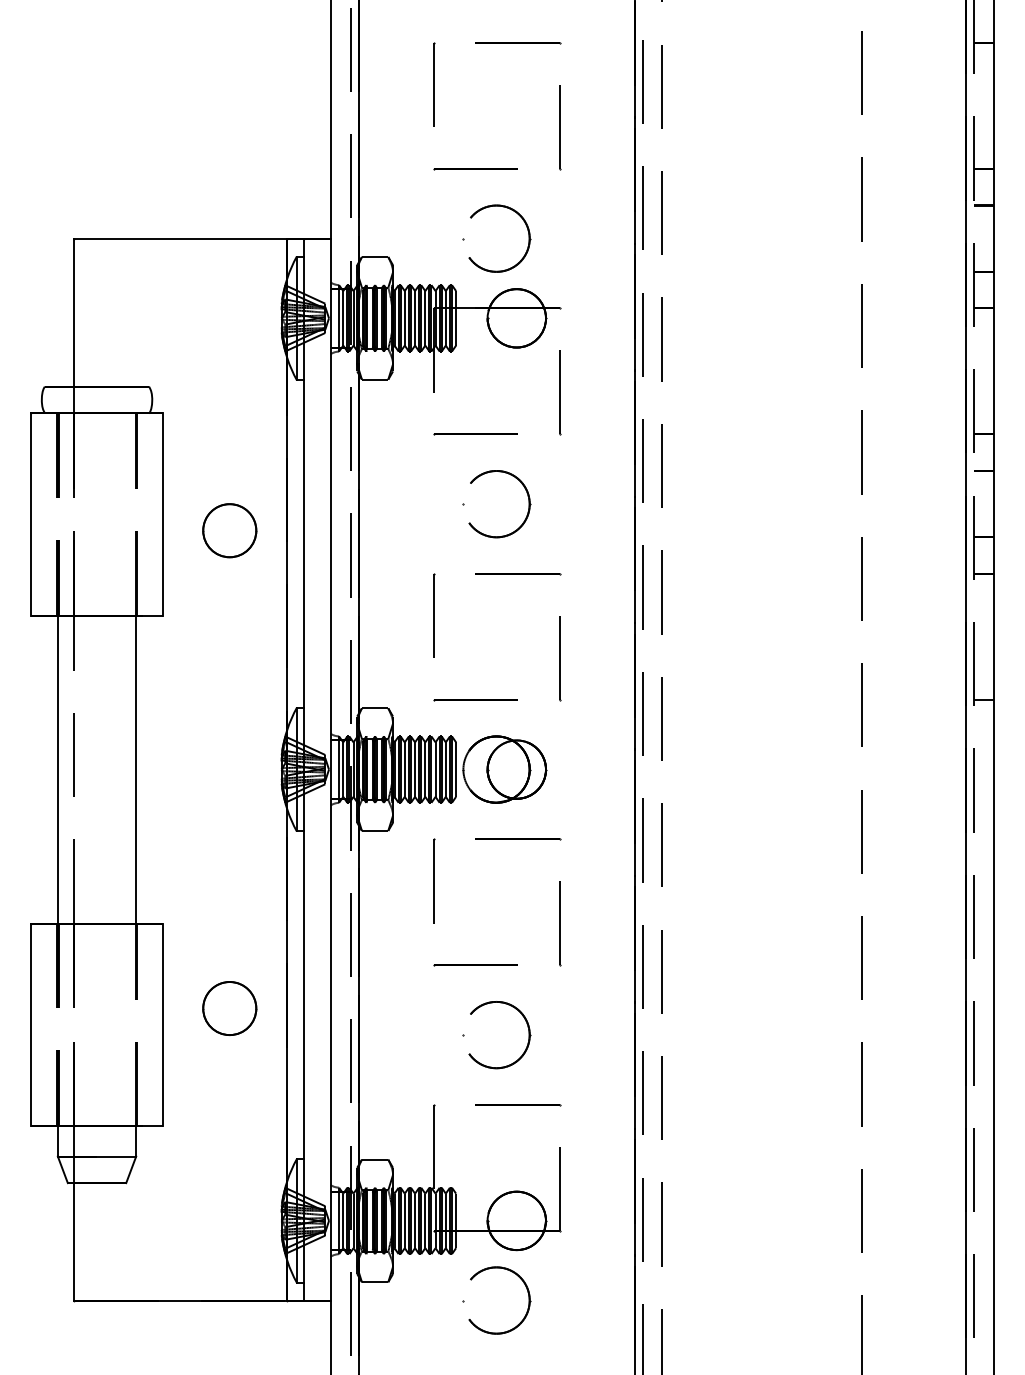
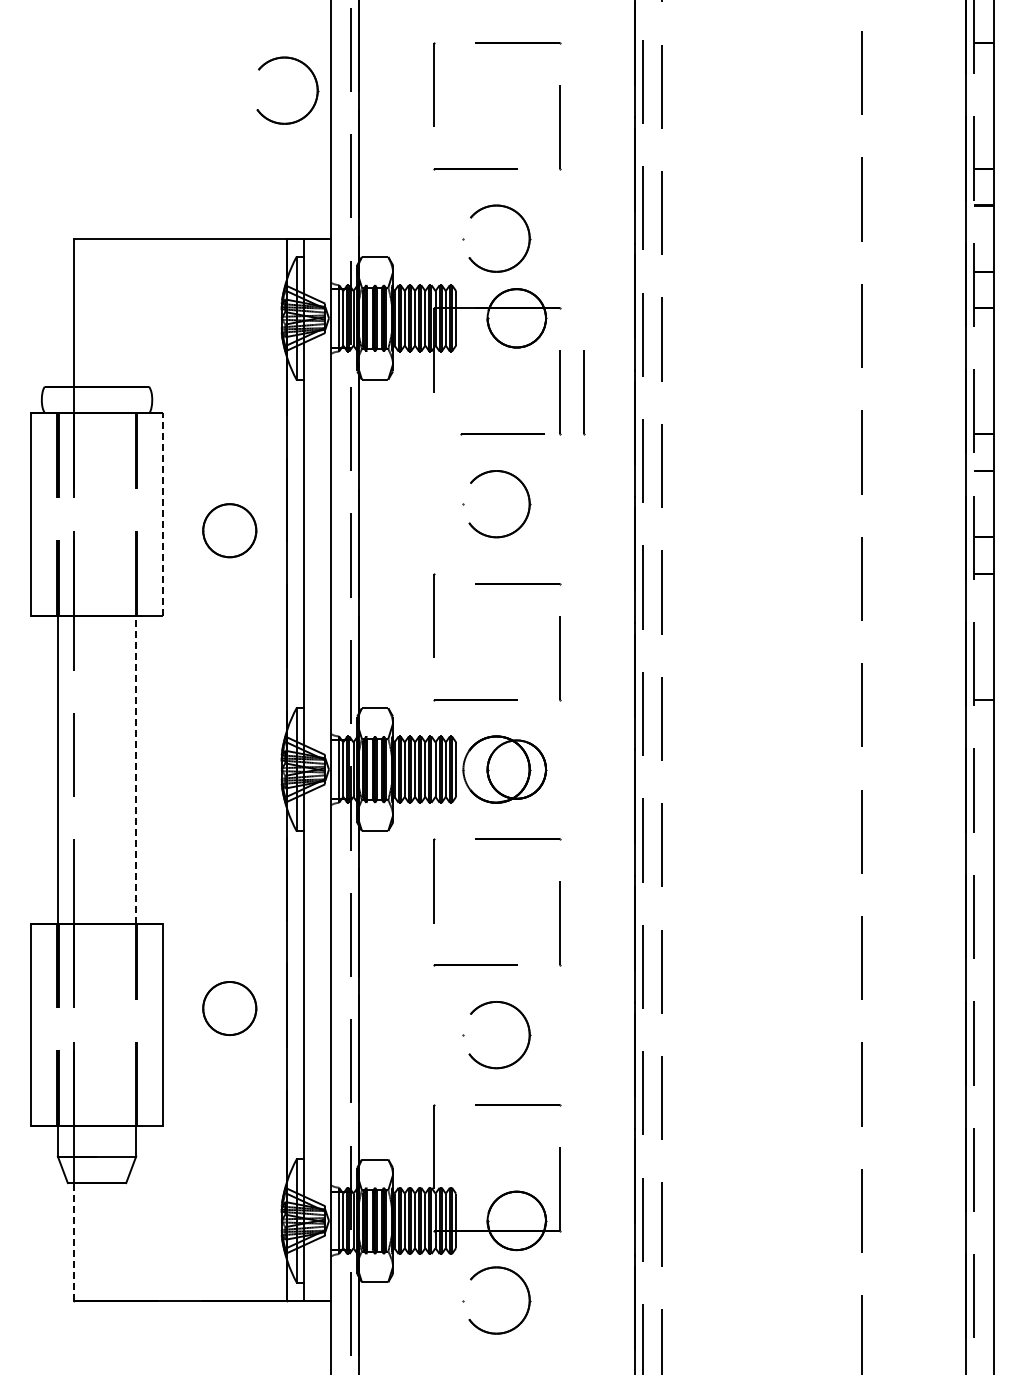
part at (316, 90): none -> present
line at (584, 392): none -> present
line at (475, 434) position: (475, 434) -> (502, 434)
line at (163, 513): solid -> dashed
line at (518, 574) position: (518, 574) -> (518, 584)
line at (136, 769): solid -> dashed
line at (74, 1241): solid -> dashed
